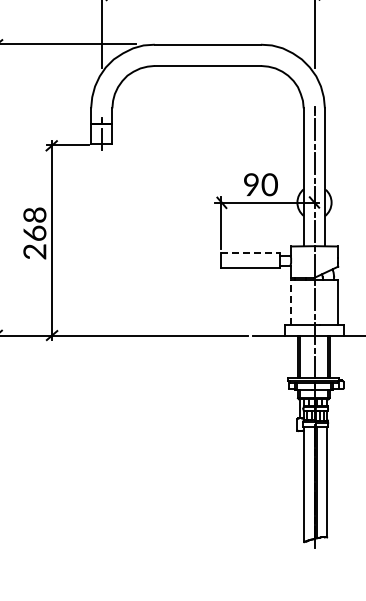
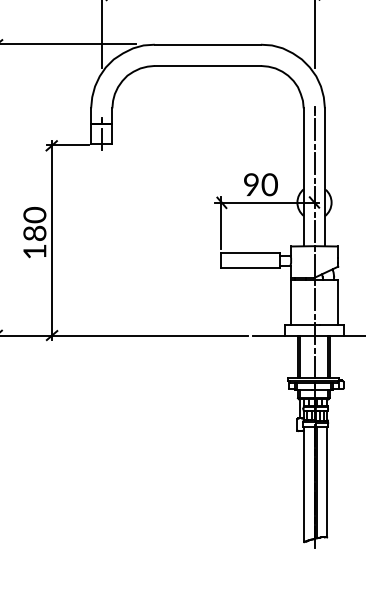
text at (34, 232): 268 -> 180
line at (251, 253): dashed -> solid
line at (290, 302): dashed -> solid
